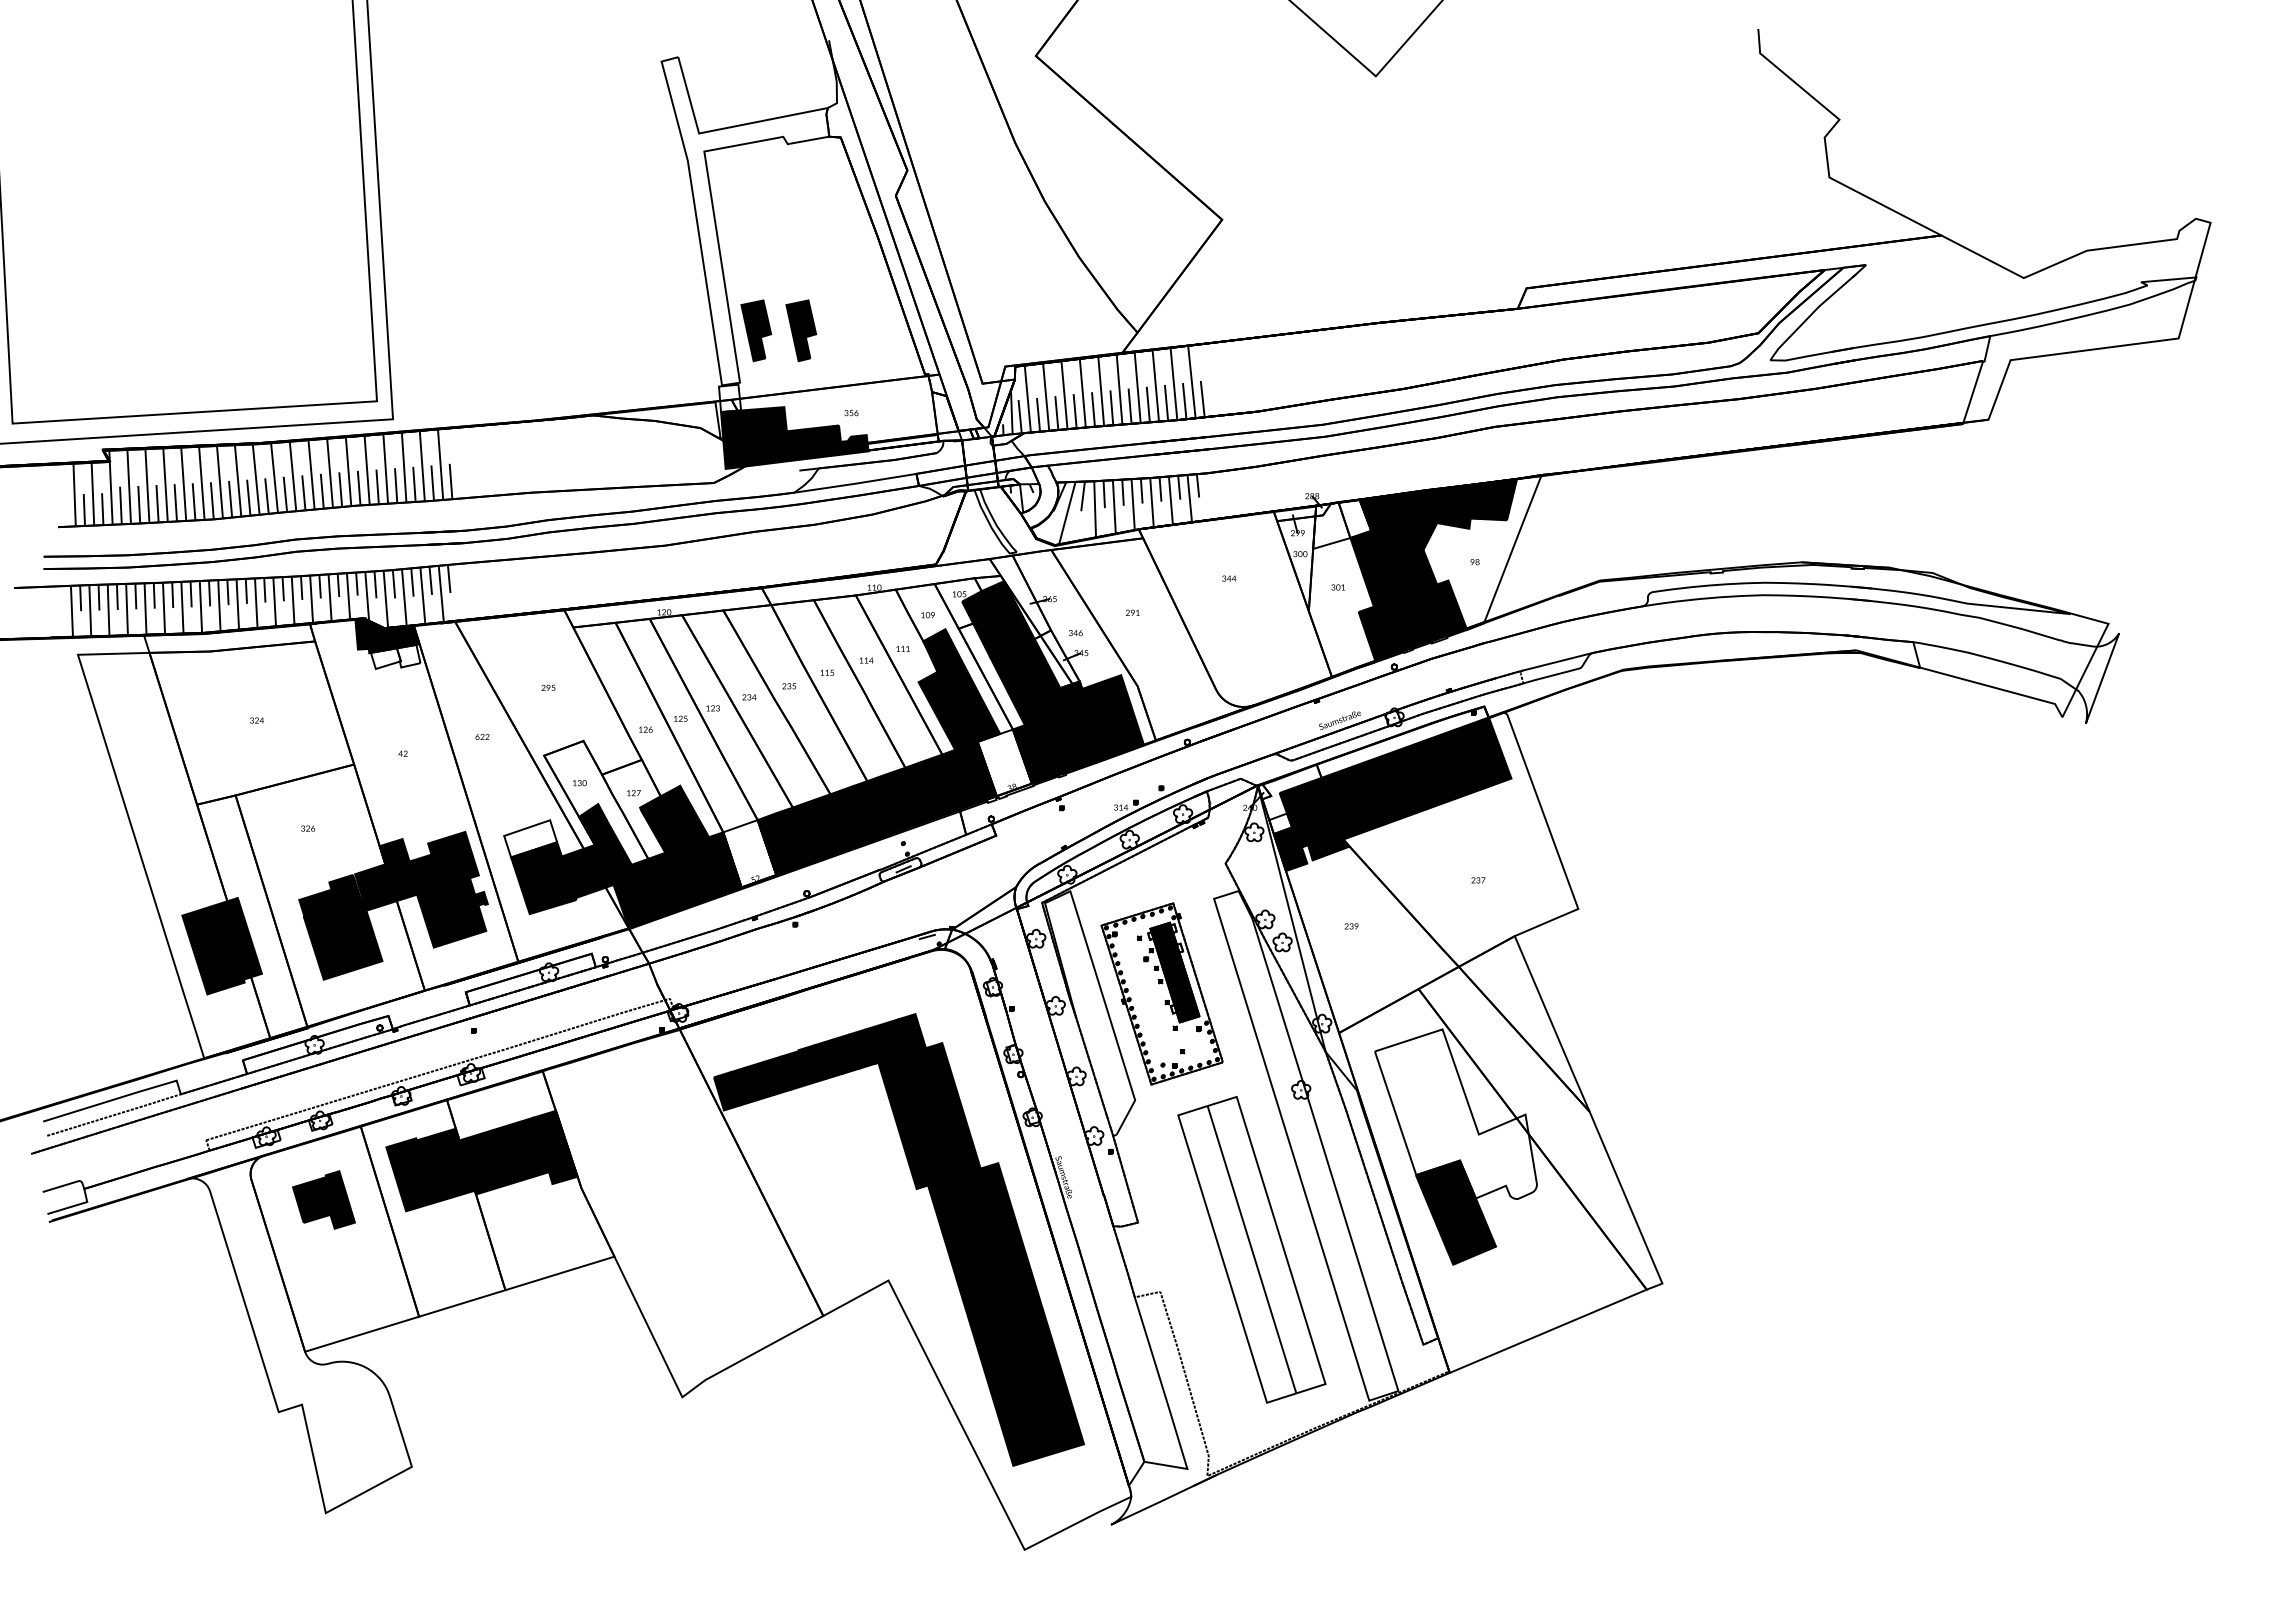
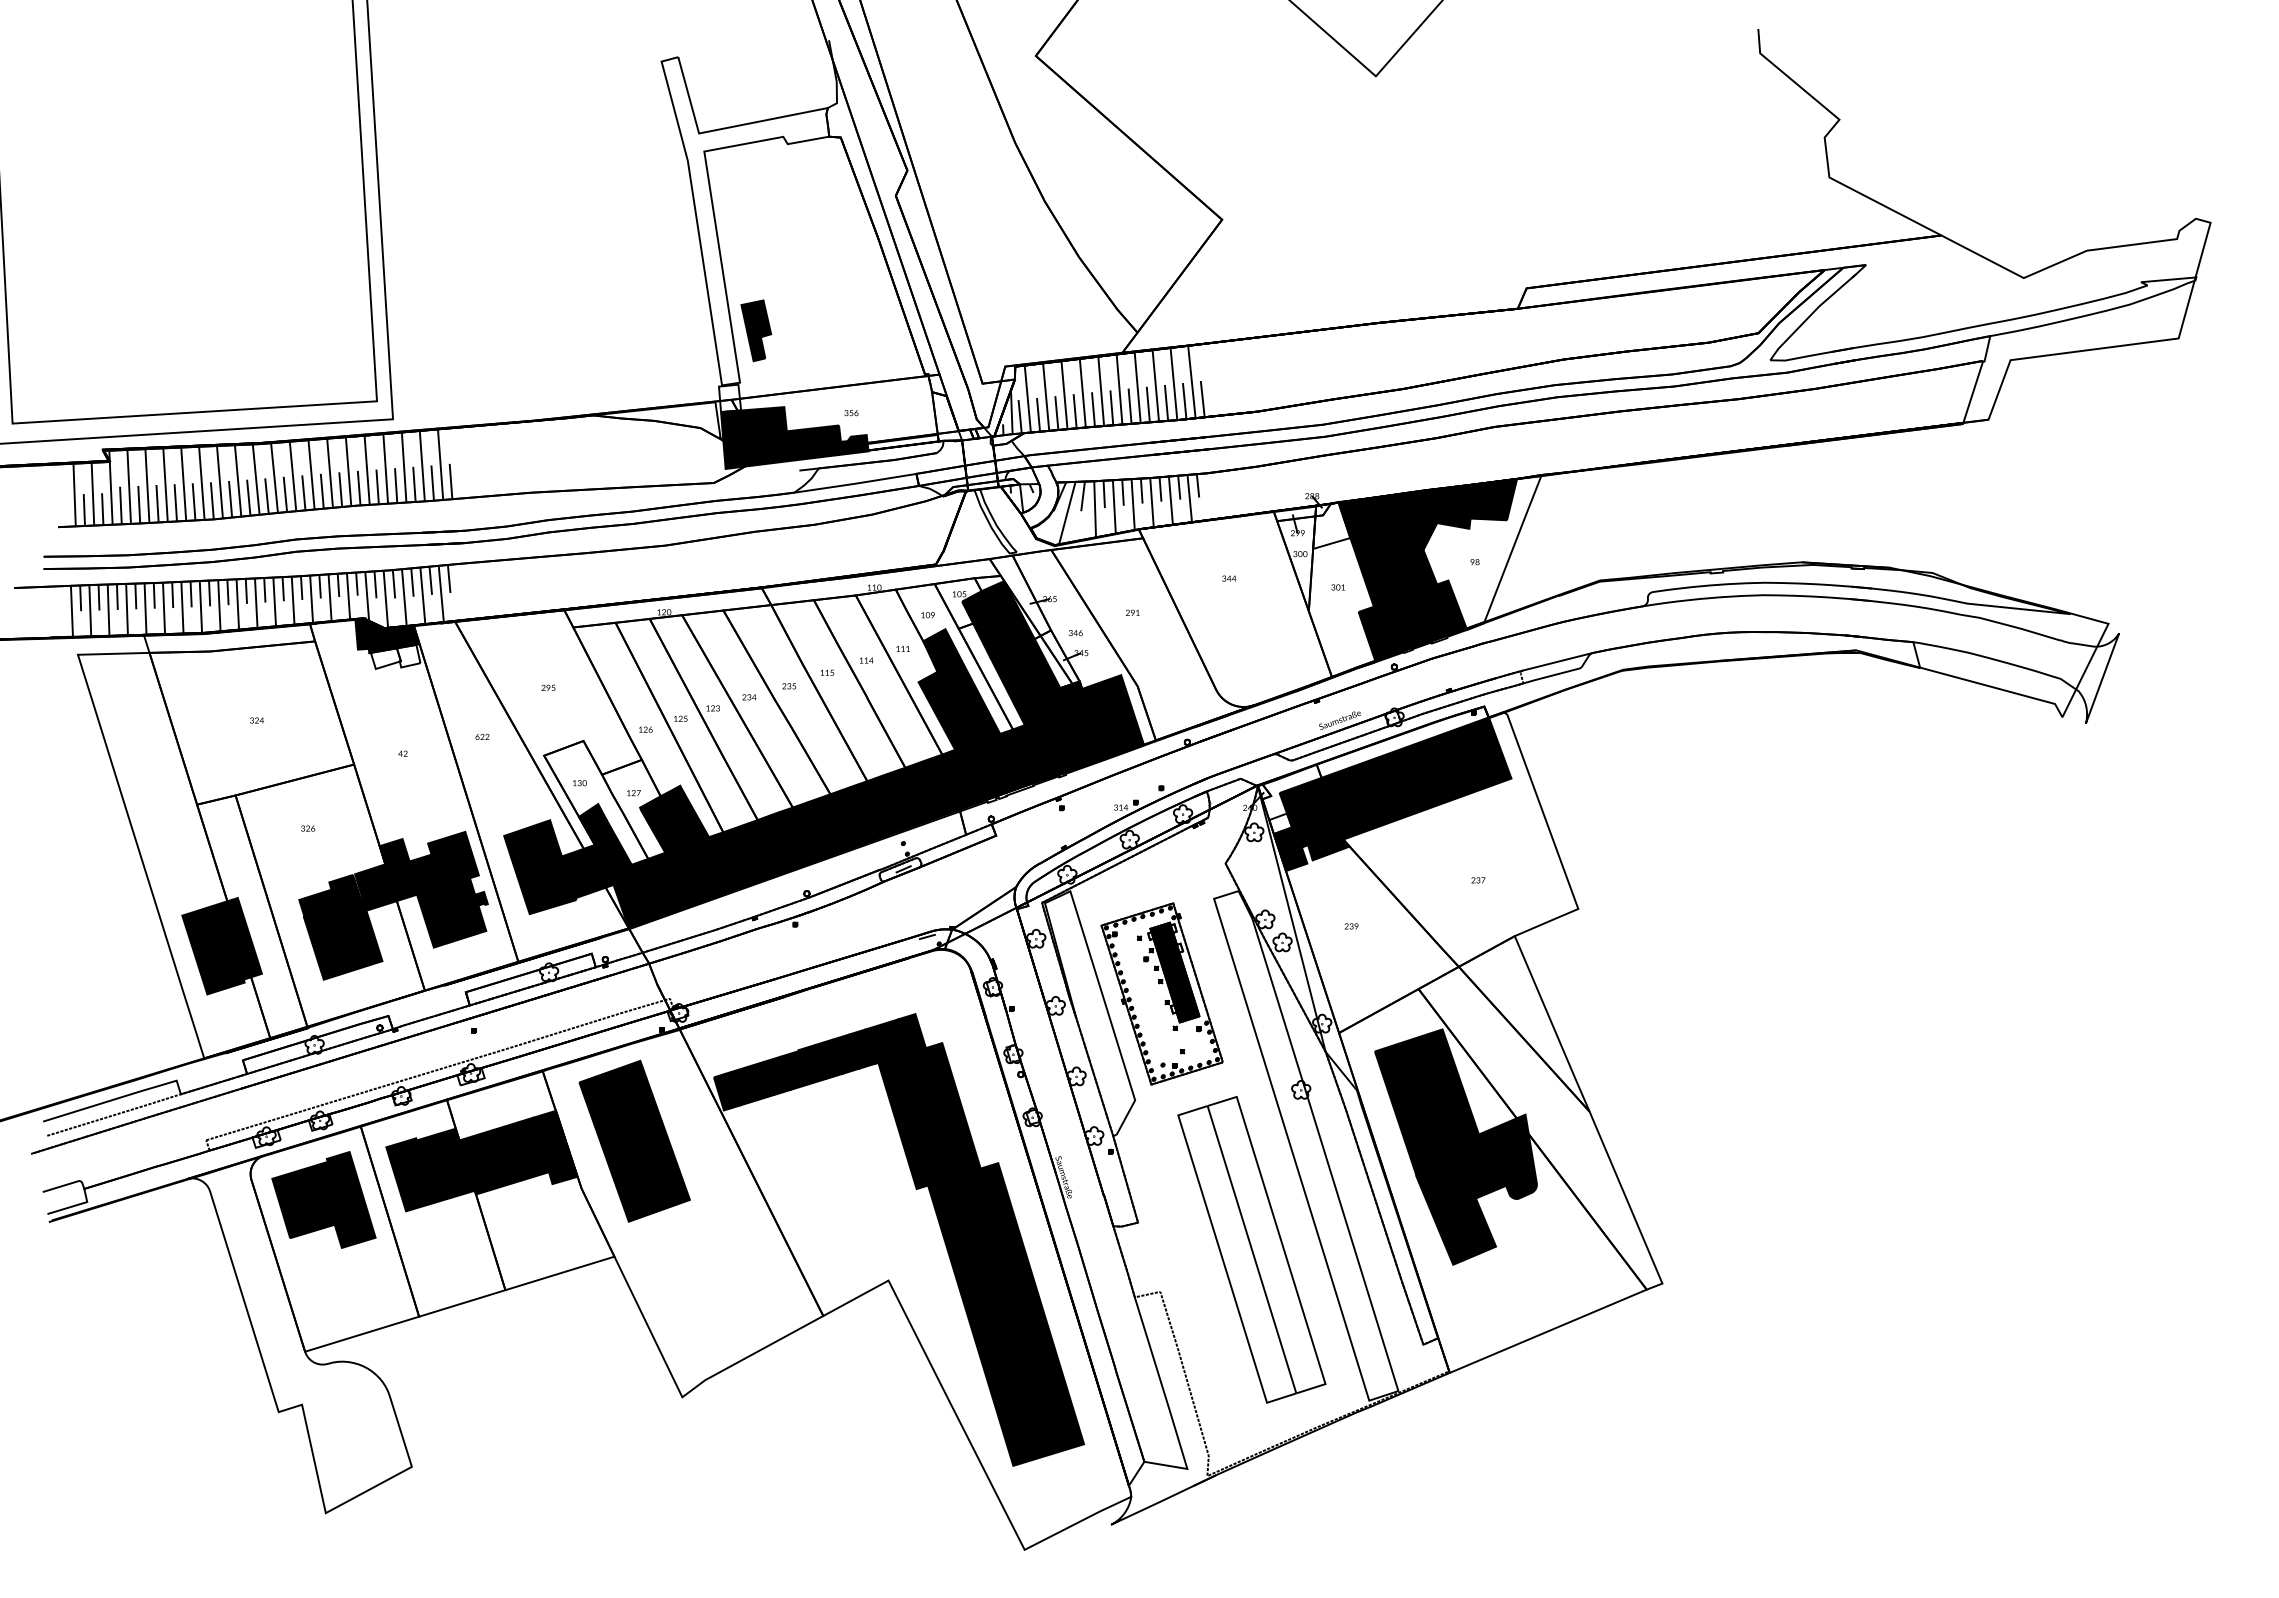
part at (801, 330): present -> none
fill at (1354, 519): none -> present
fill at (1004, 762): none -> present
fill at (530, 838): none -> present
fill at (749, 853): none -> present
fill at (1455, 1113): none -> present
part at (634, 1140): none -> present
part at (323, 1199) size: 64x60 px -> 106x98 px
